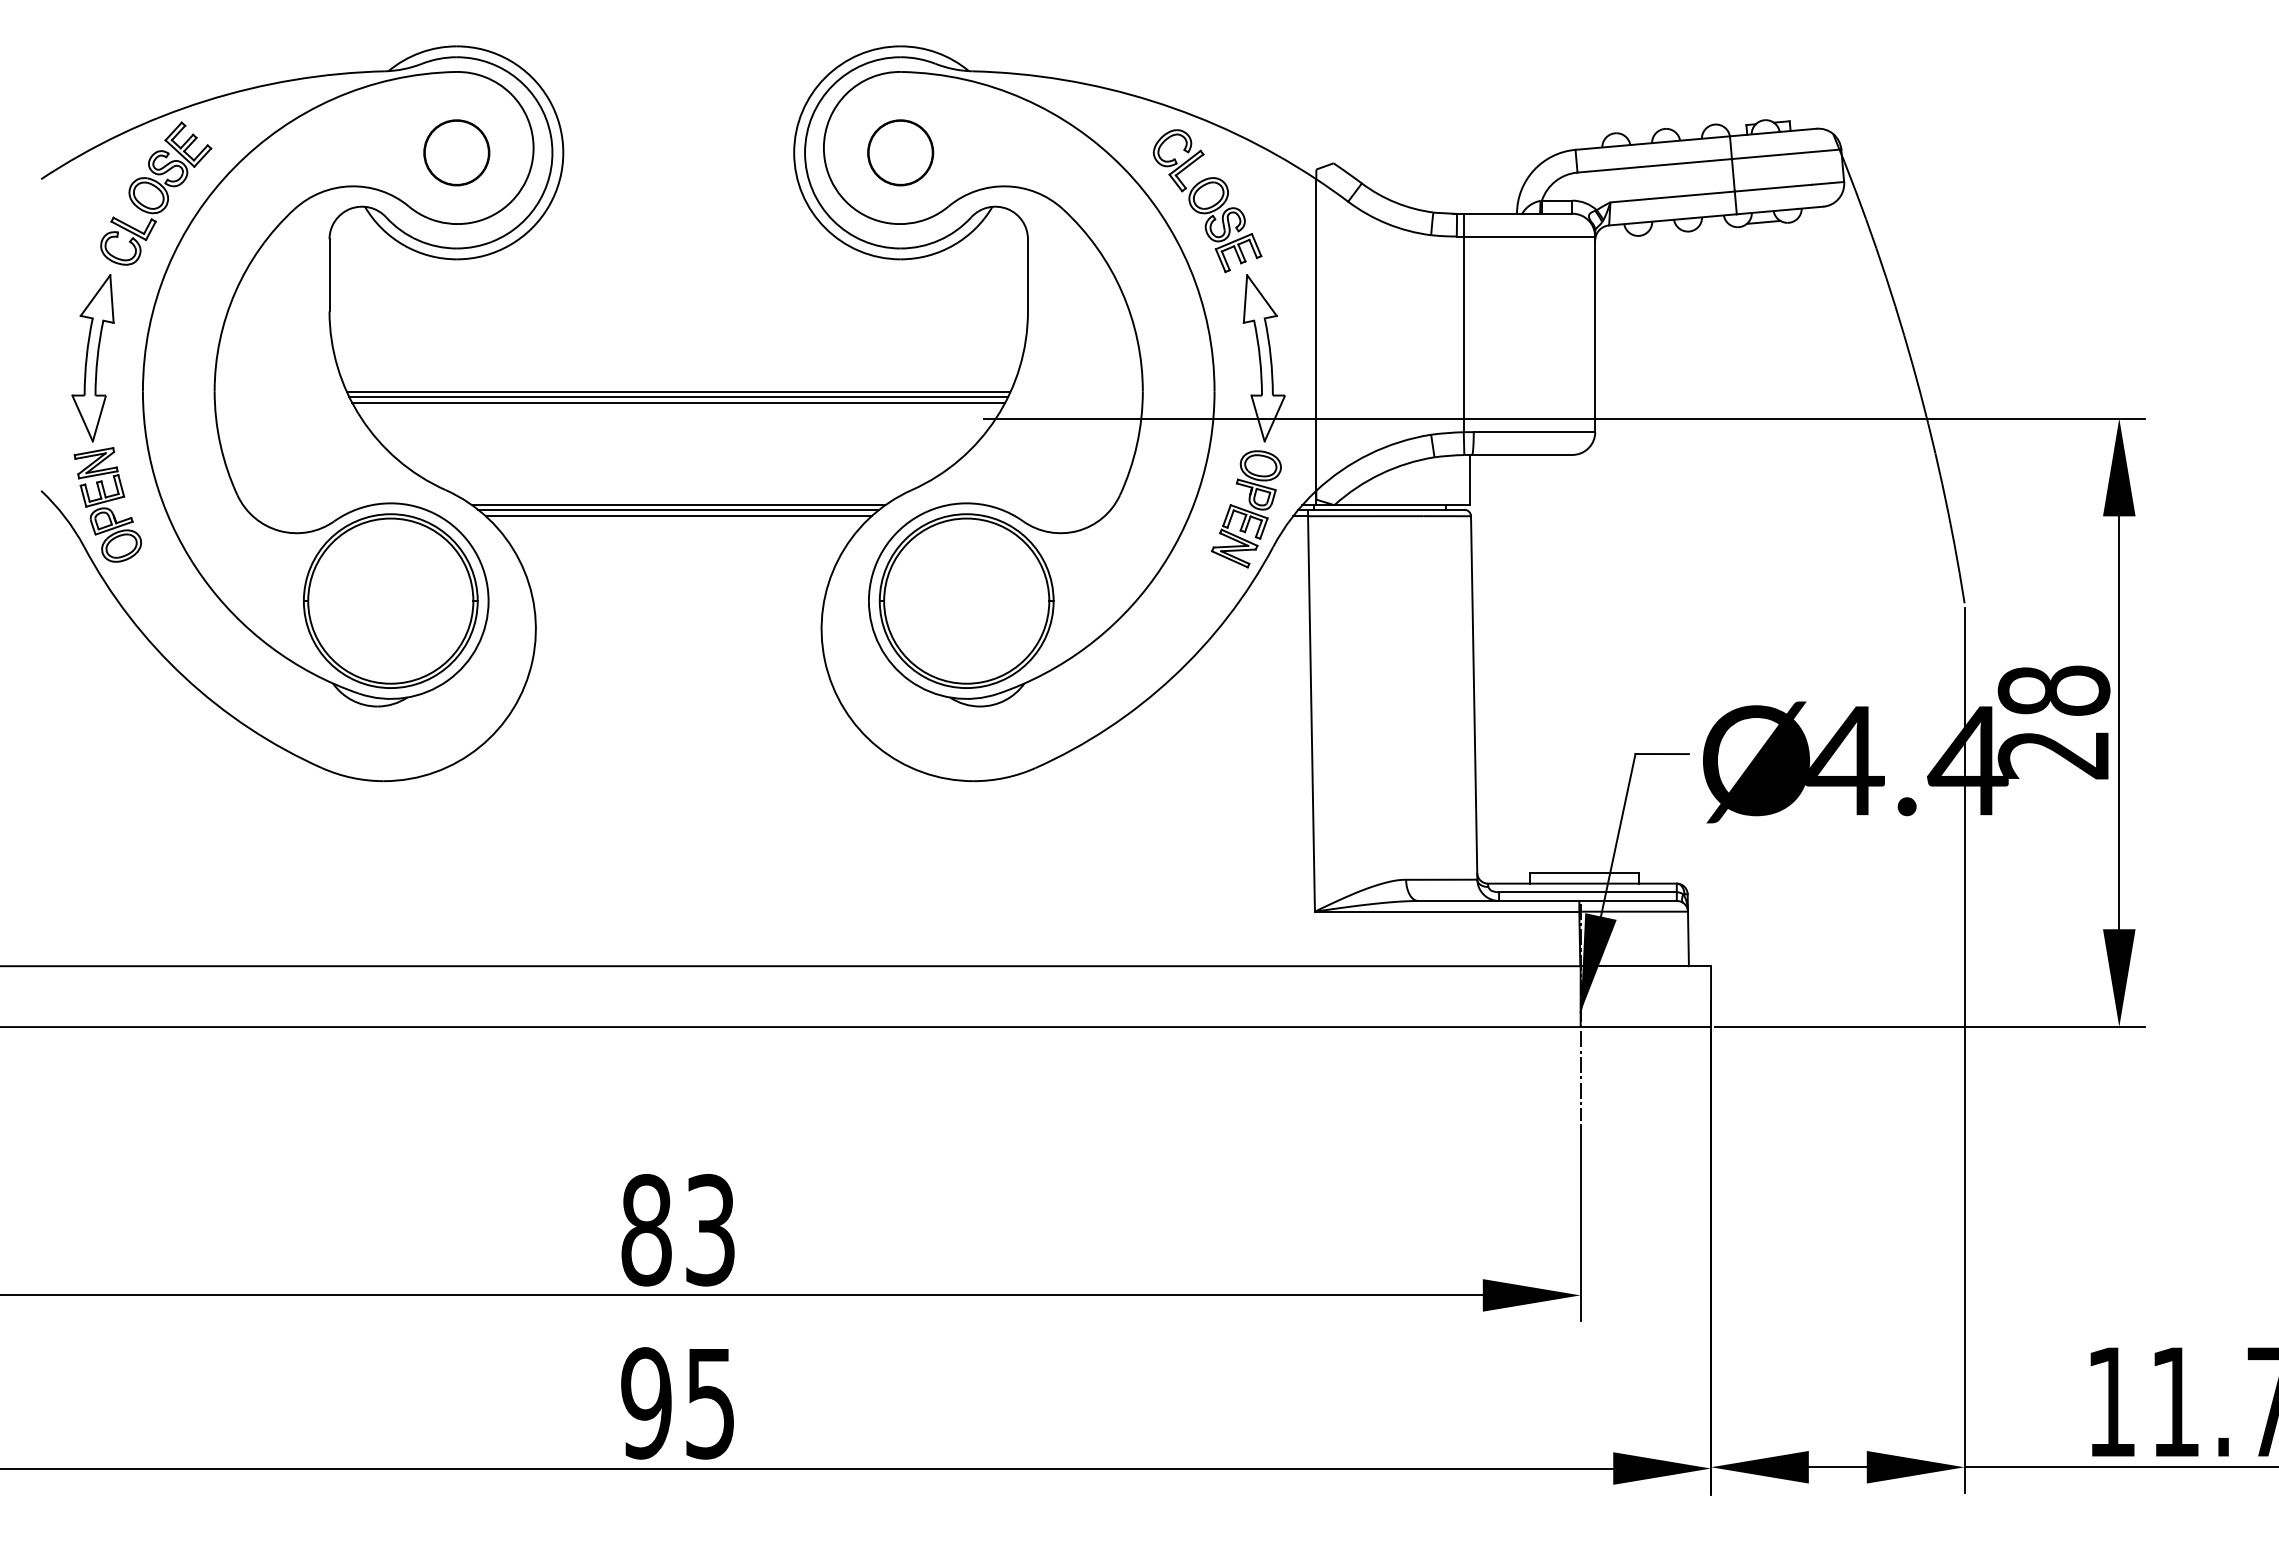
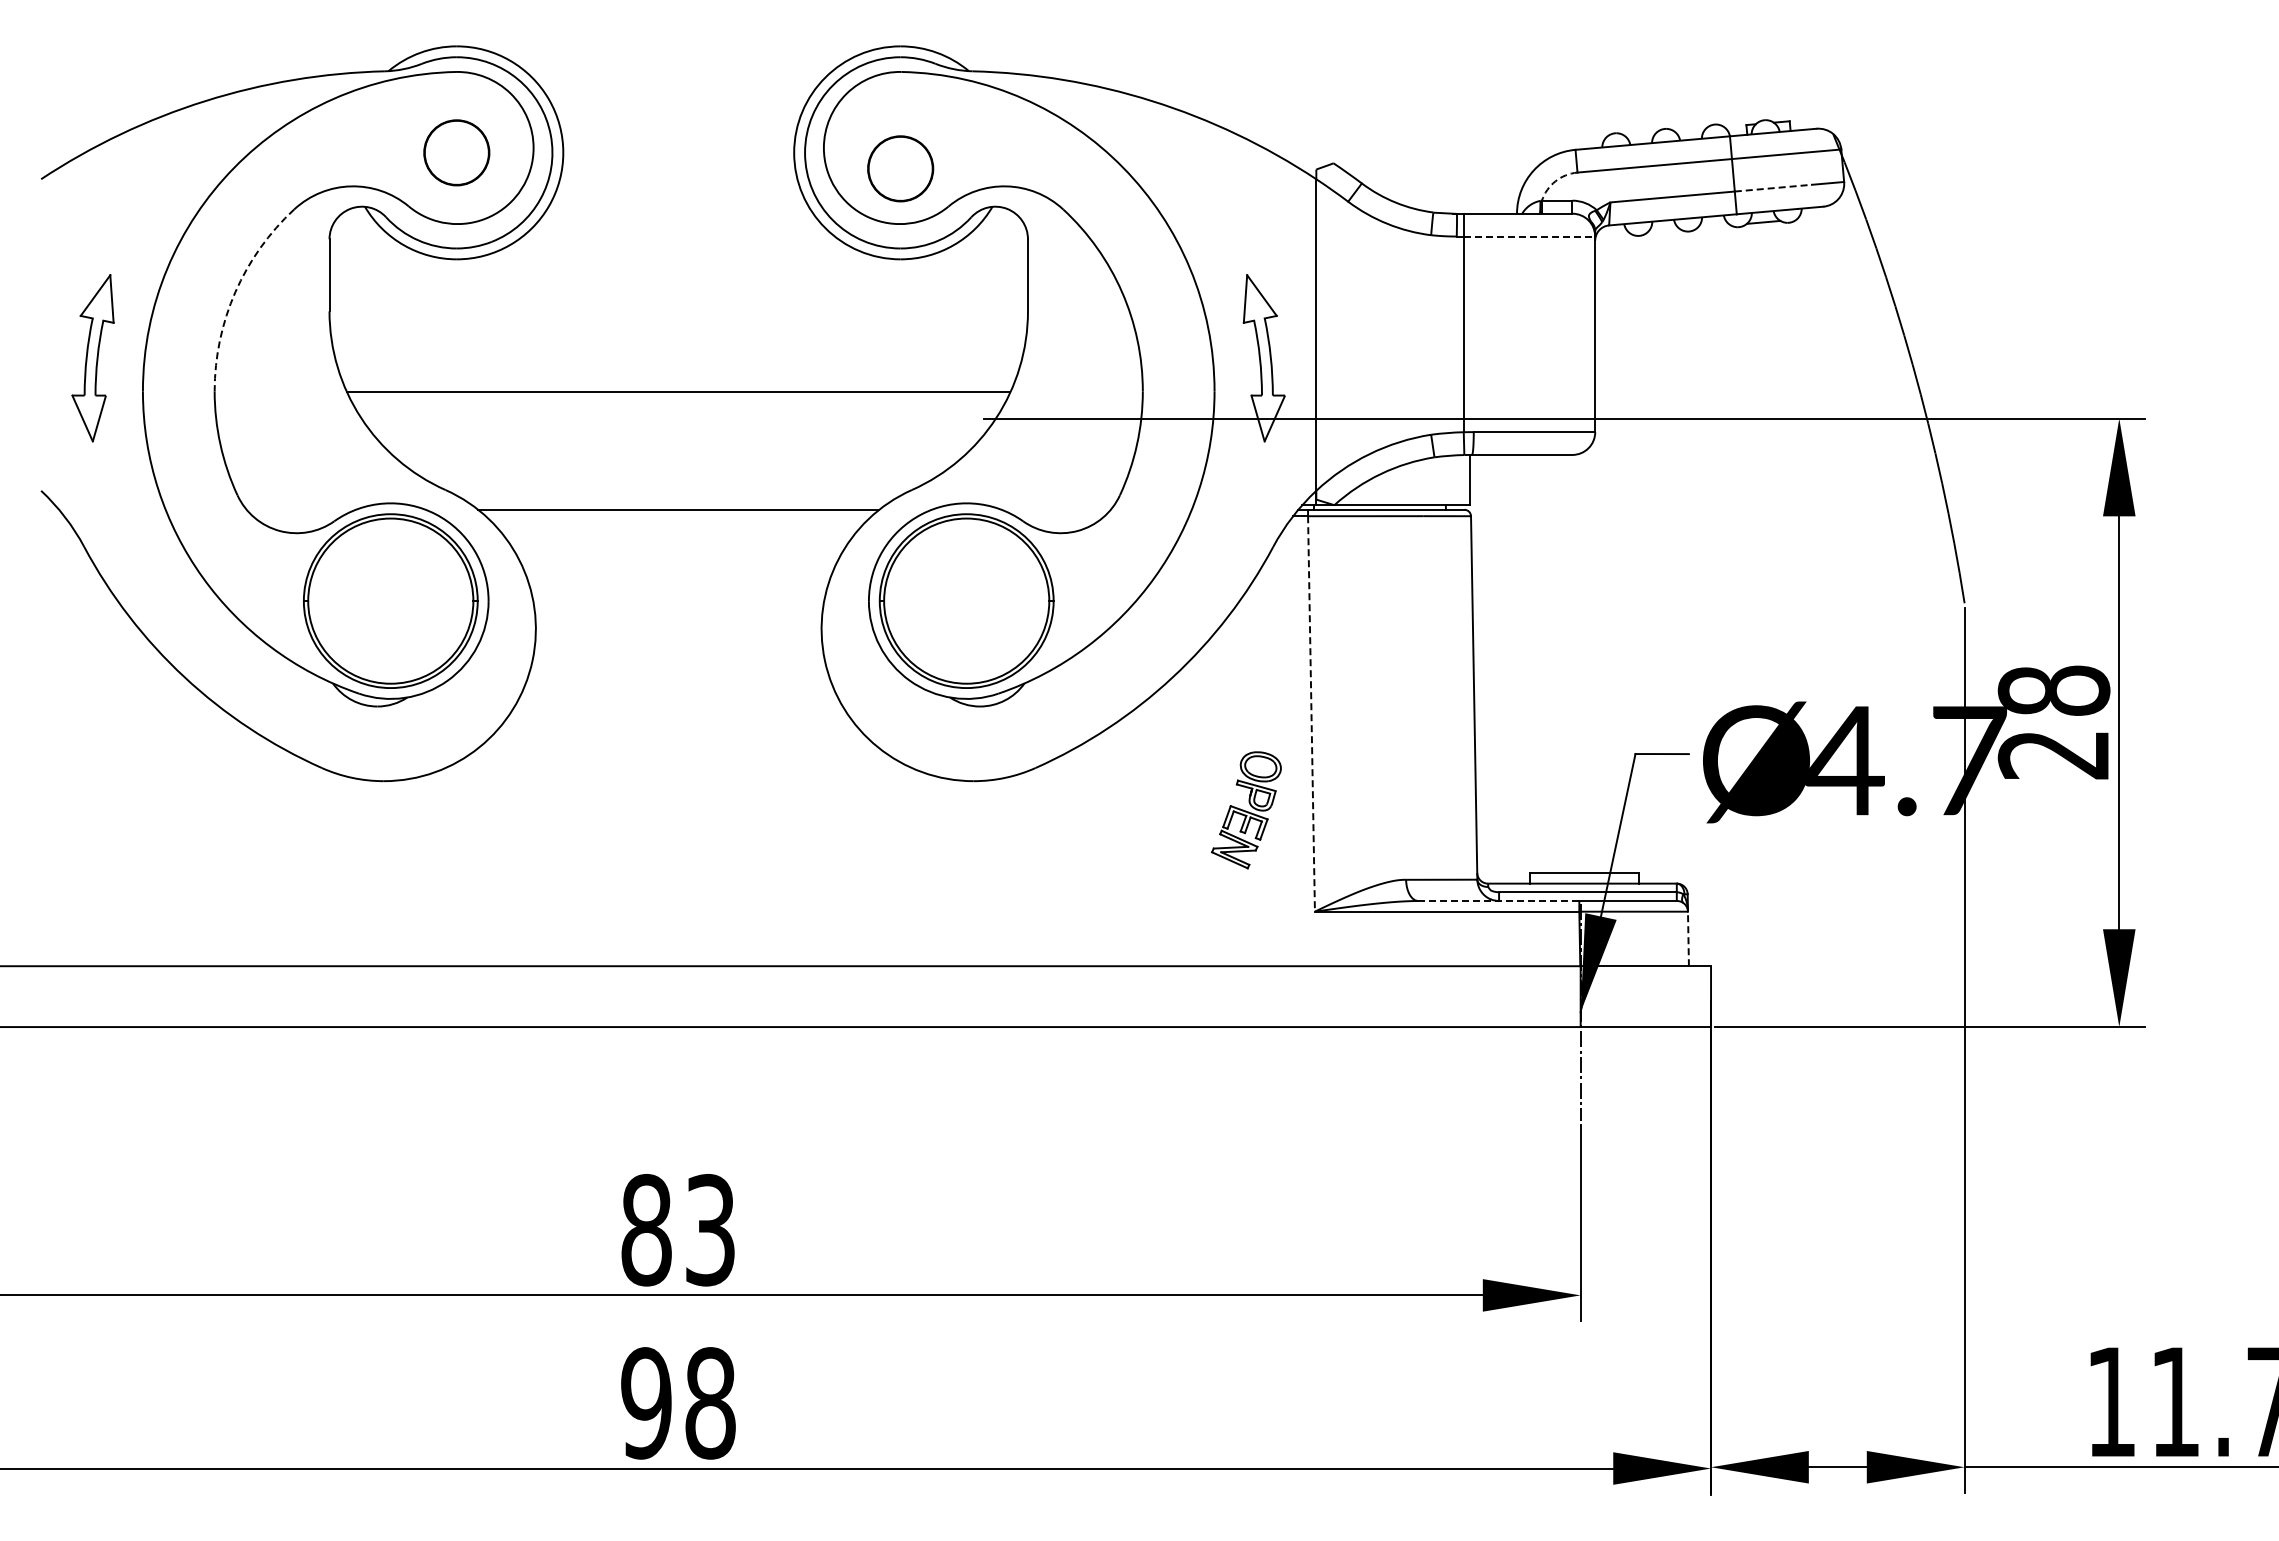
part at (900, 152) position: (900, 152) -> (900, 168)
arc at (1555, 181): solid -> dashed
line at (1773, 188): solid -> dashed
part at (156, 193): present -> none
part at (1207, 201): present -> none
line at (1529, 236): solid -> dashed
arc at (235, 292): solid -> dashed
line at (678, 396): present -> none
line at (678, 402): present -> none
part at (107, 504): present -> none
line at (678, 505): present -> none
part at (1246, 509) position: (1246, 509) -> (1246, 810)
line at (678, 516): present -> none
line at (1311, 713): solid -> dashed
text at (1967, 760): 4.4 -> 4.7
line at (1499, 901): solid -> dashed
line at (1688, 938): solid -> dashed
text at (710, 1403): 95 -> 98
